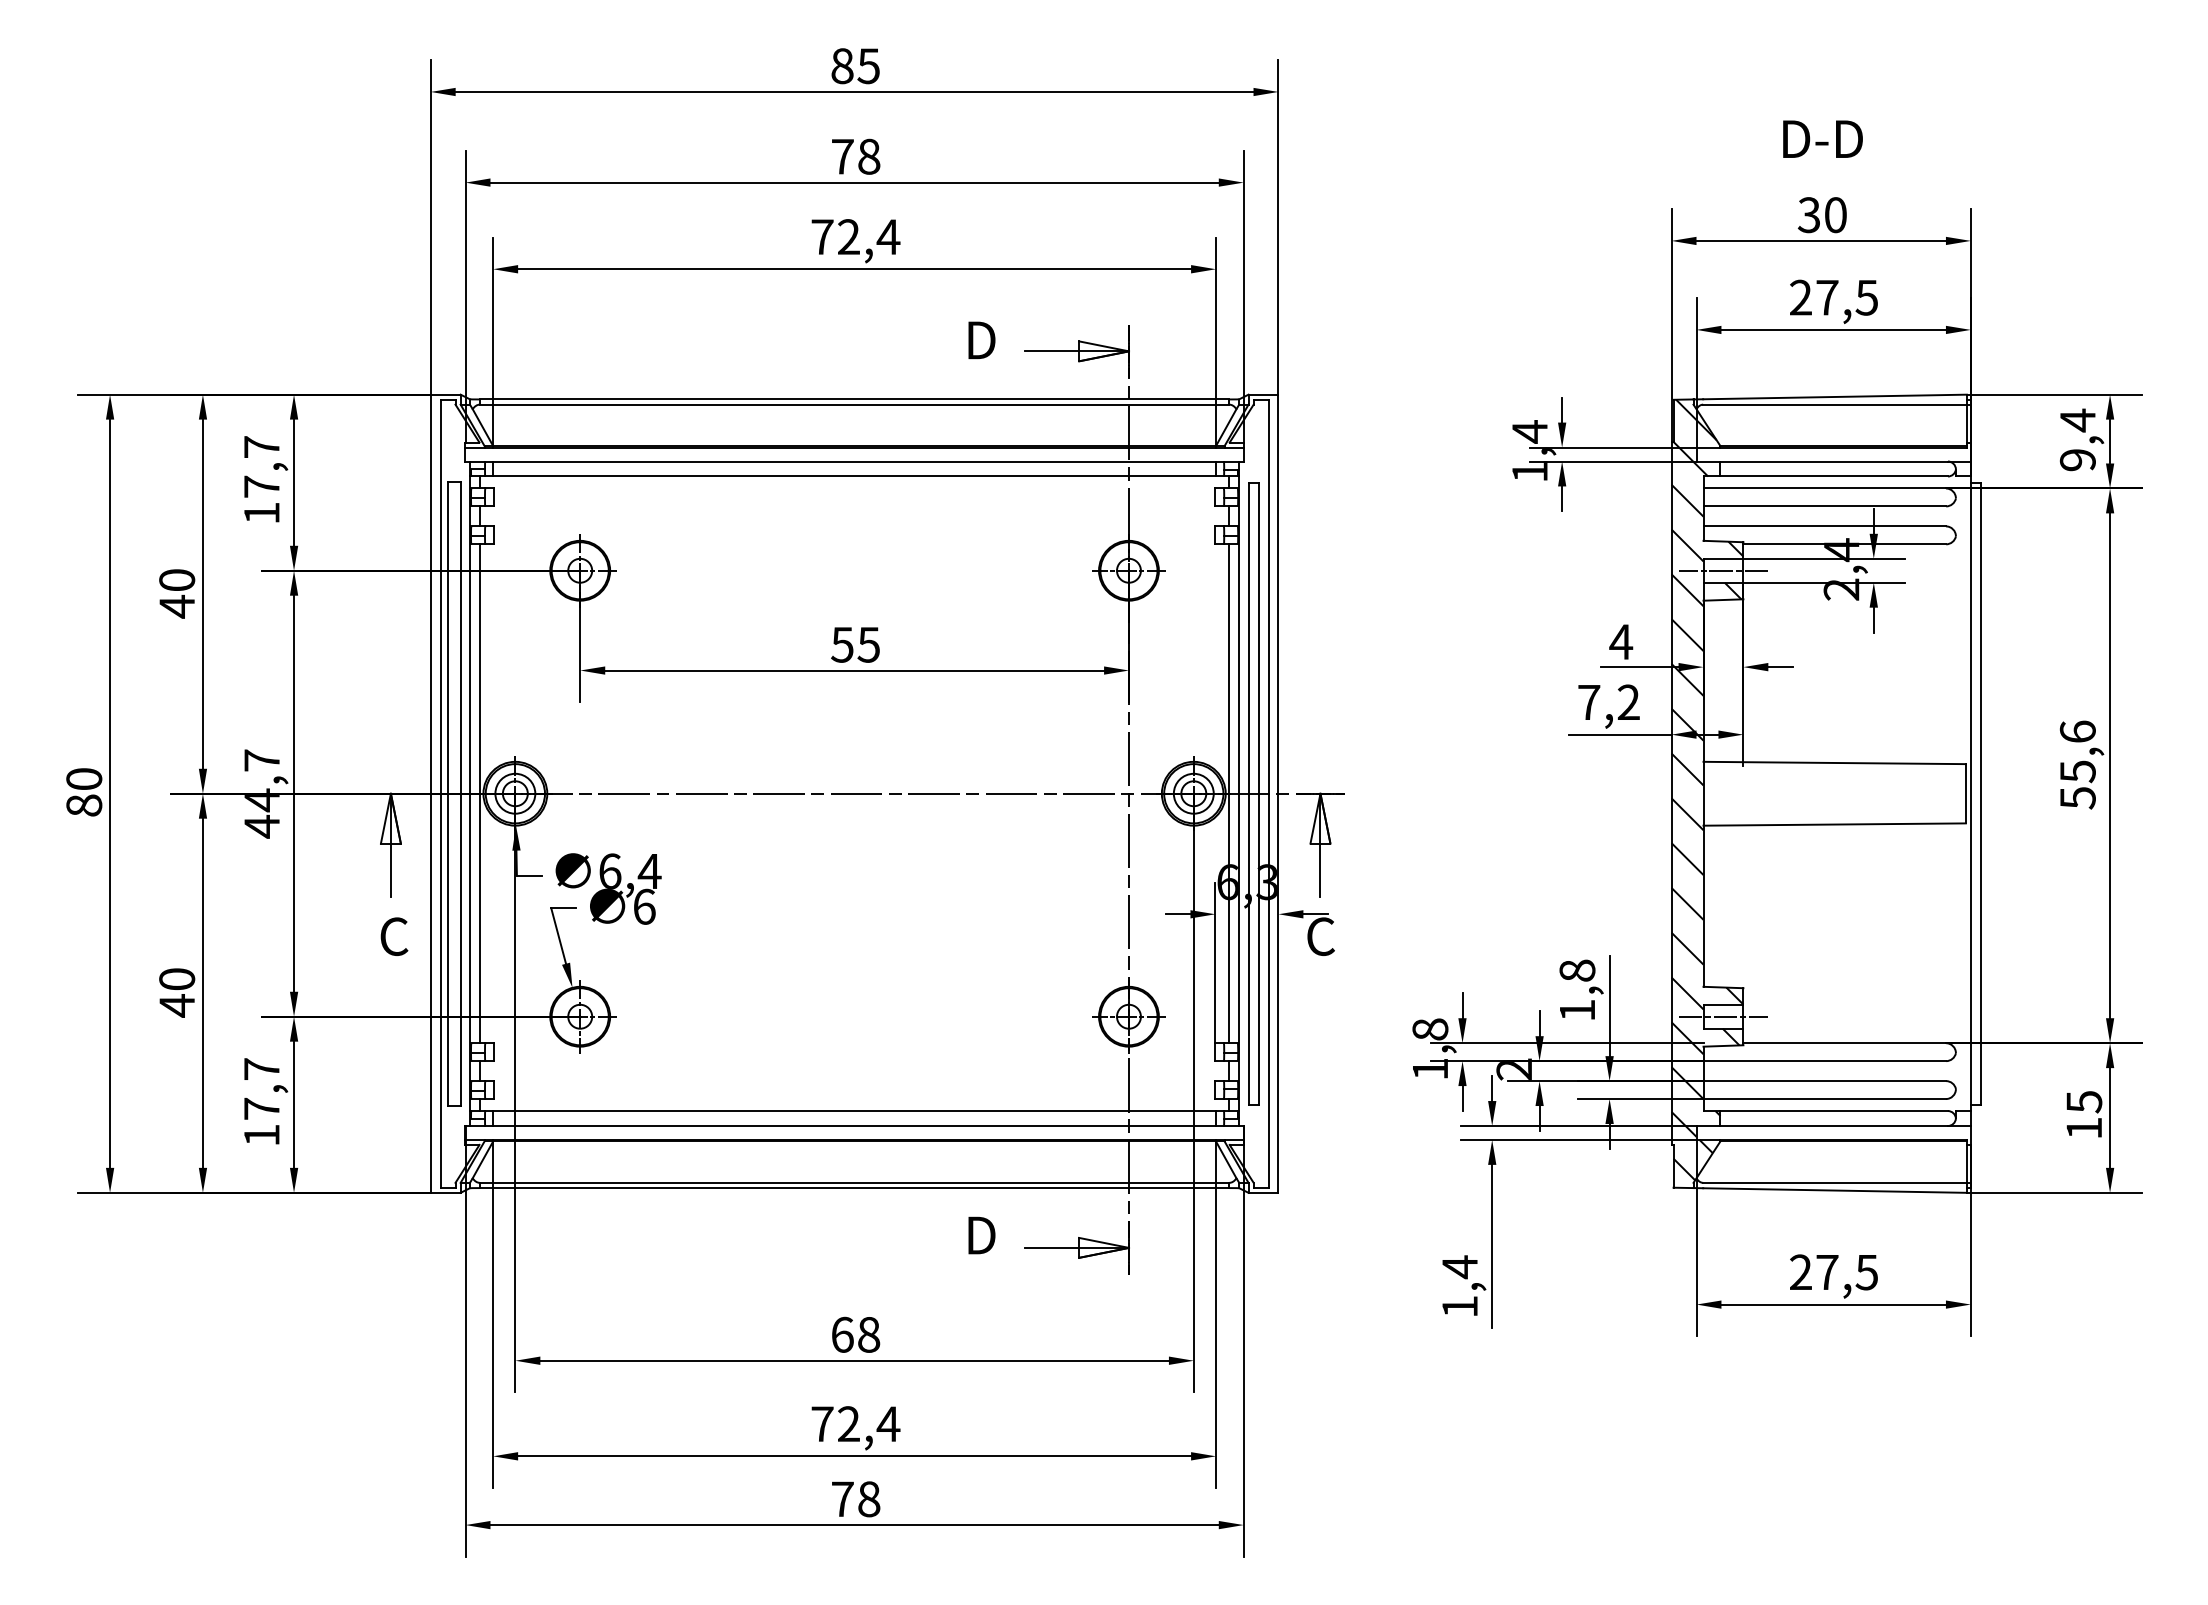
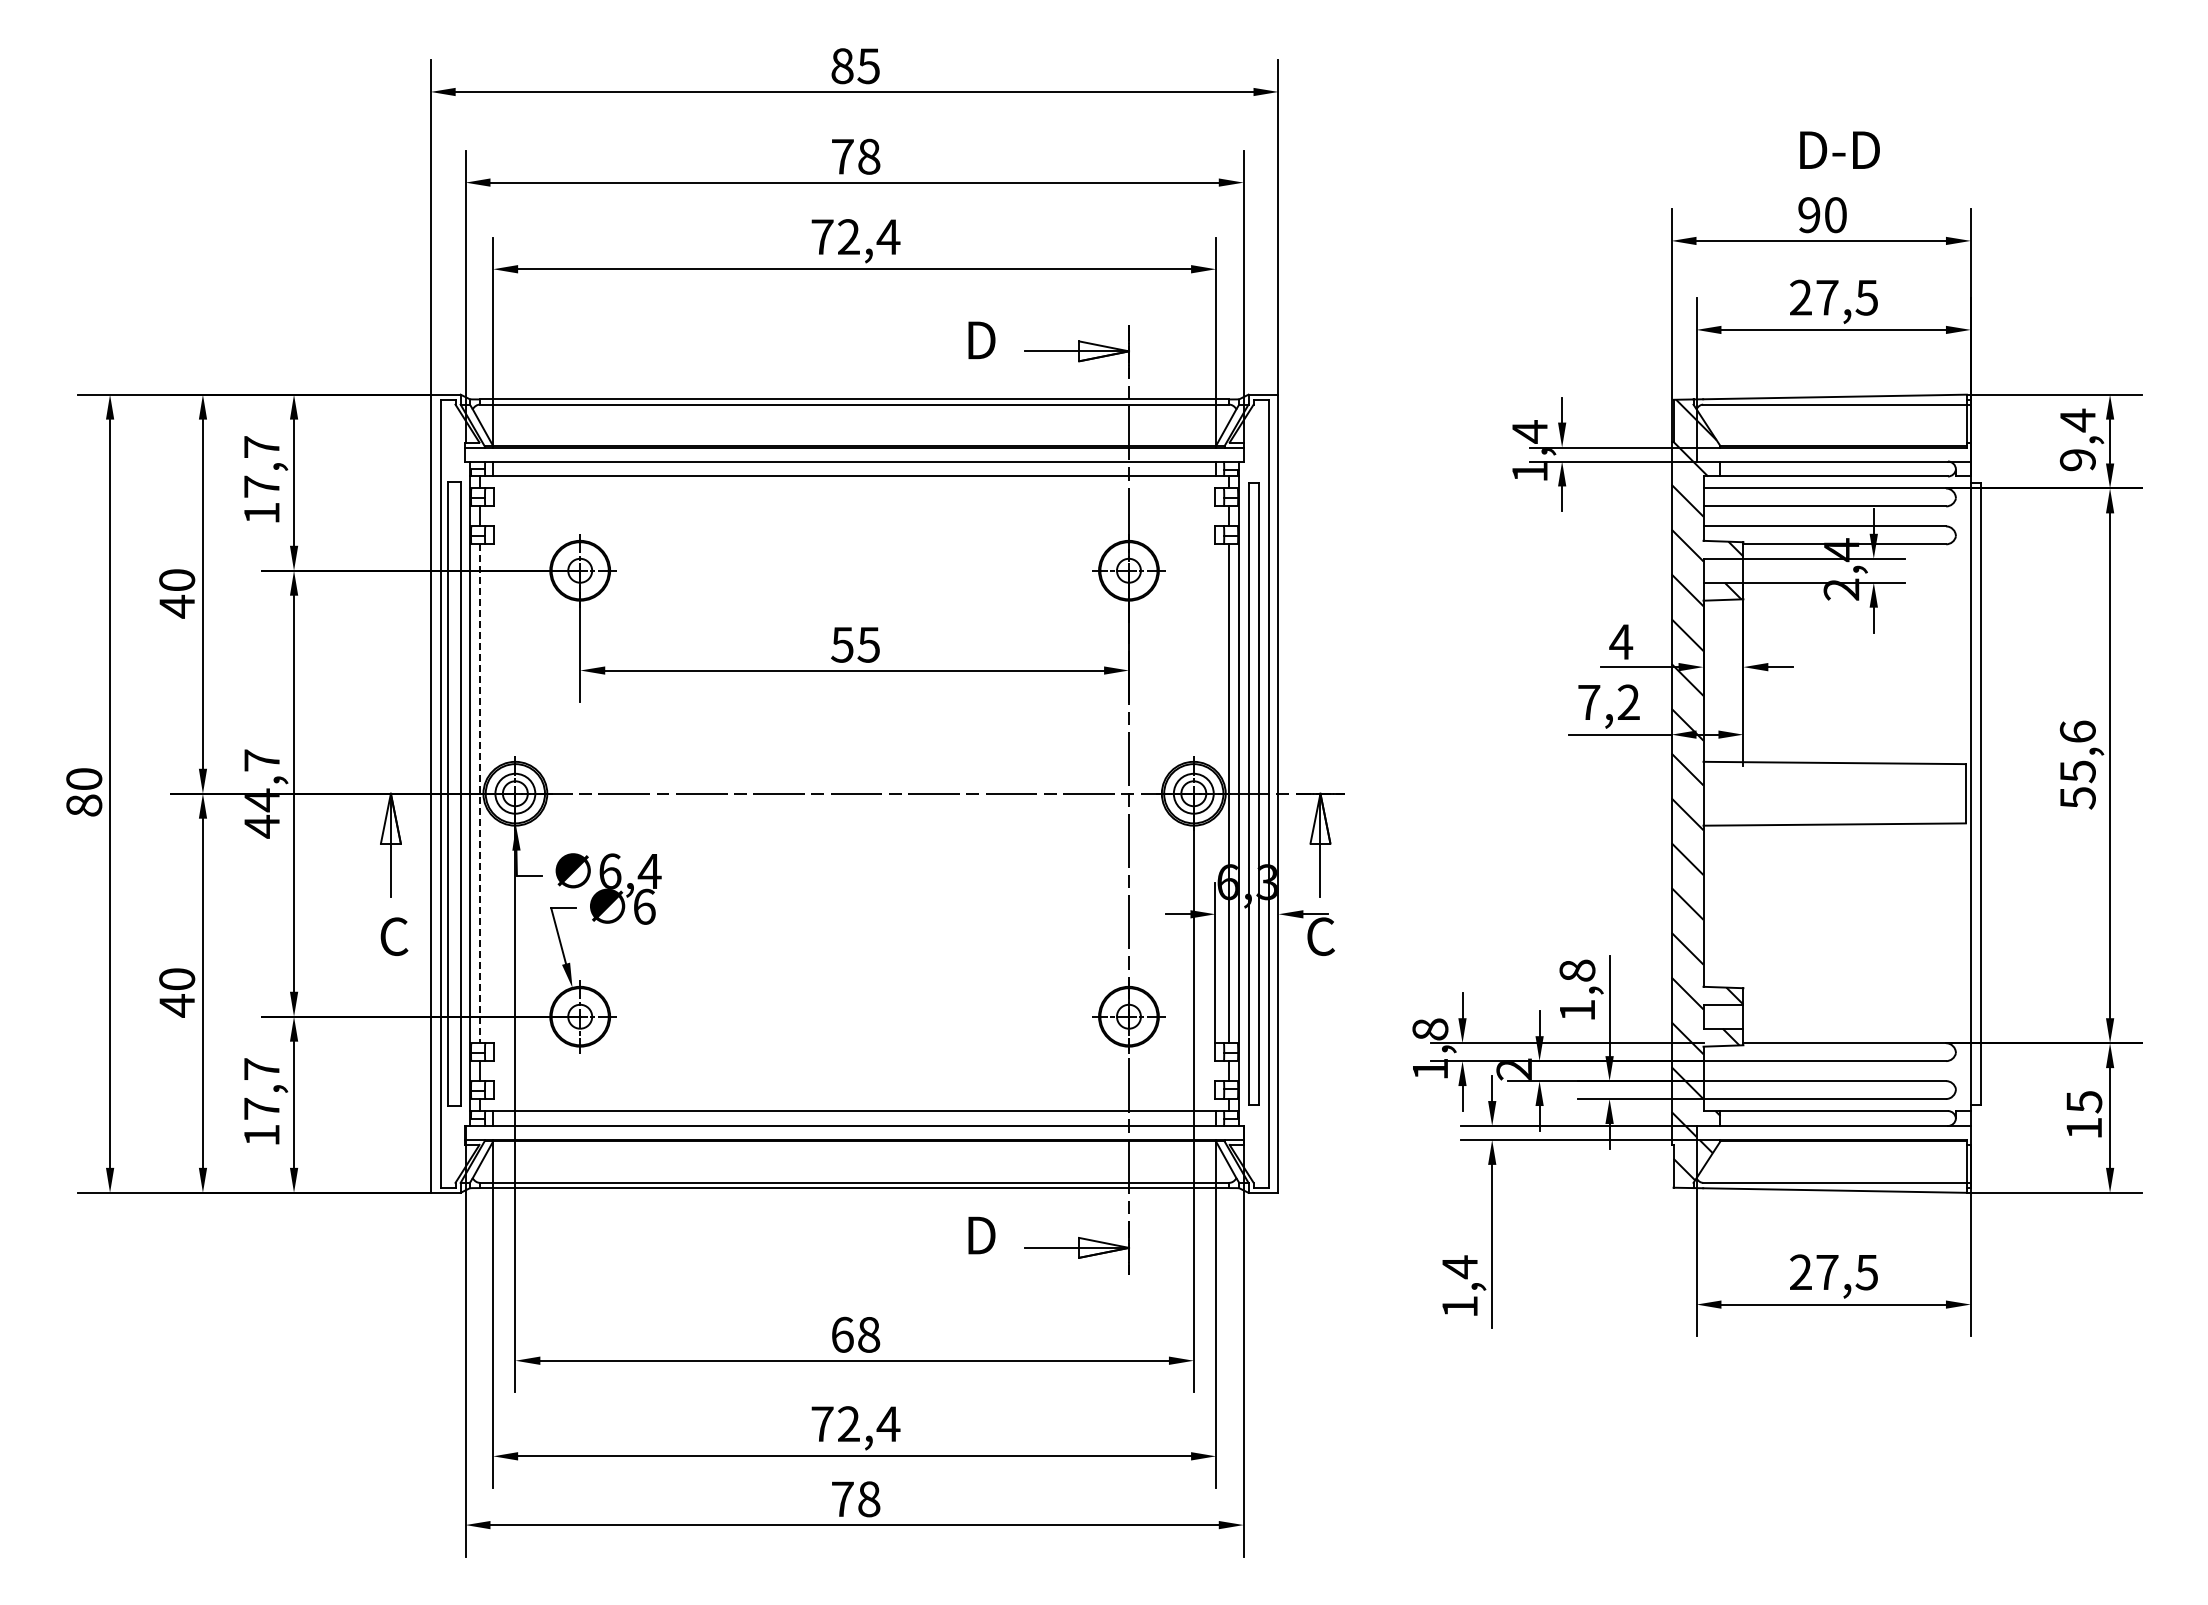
text at (1822, 138) position: (1822, 138) -> (1839, 149)
text at (1808, 215): 30 -> 90
line at (1723, 570): present -> none
line at (479, 794): solid -> dashed
line at (1723, 1016): present -> none
